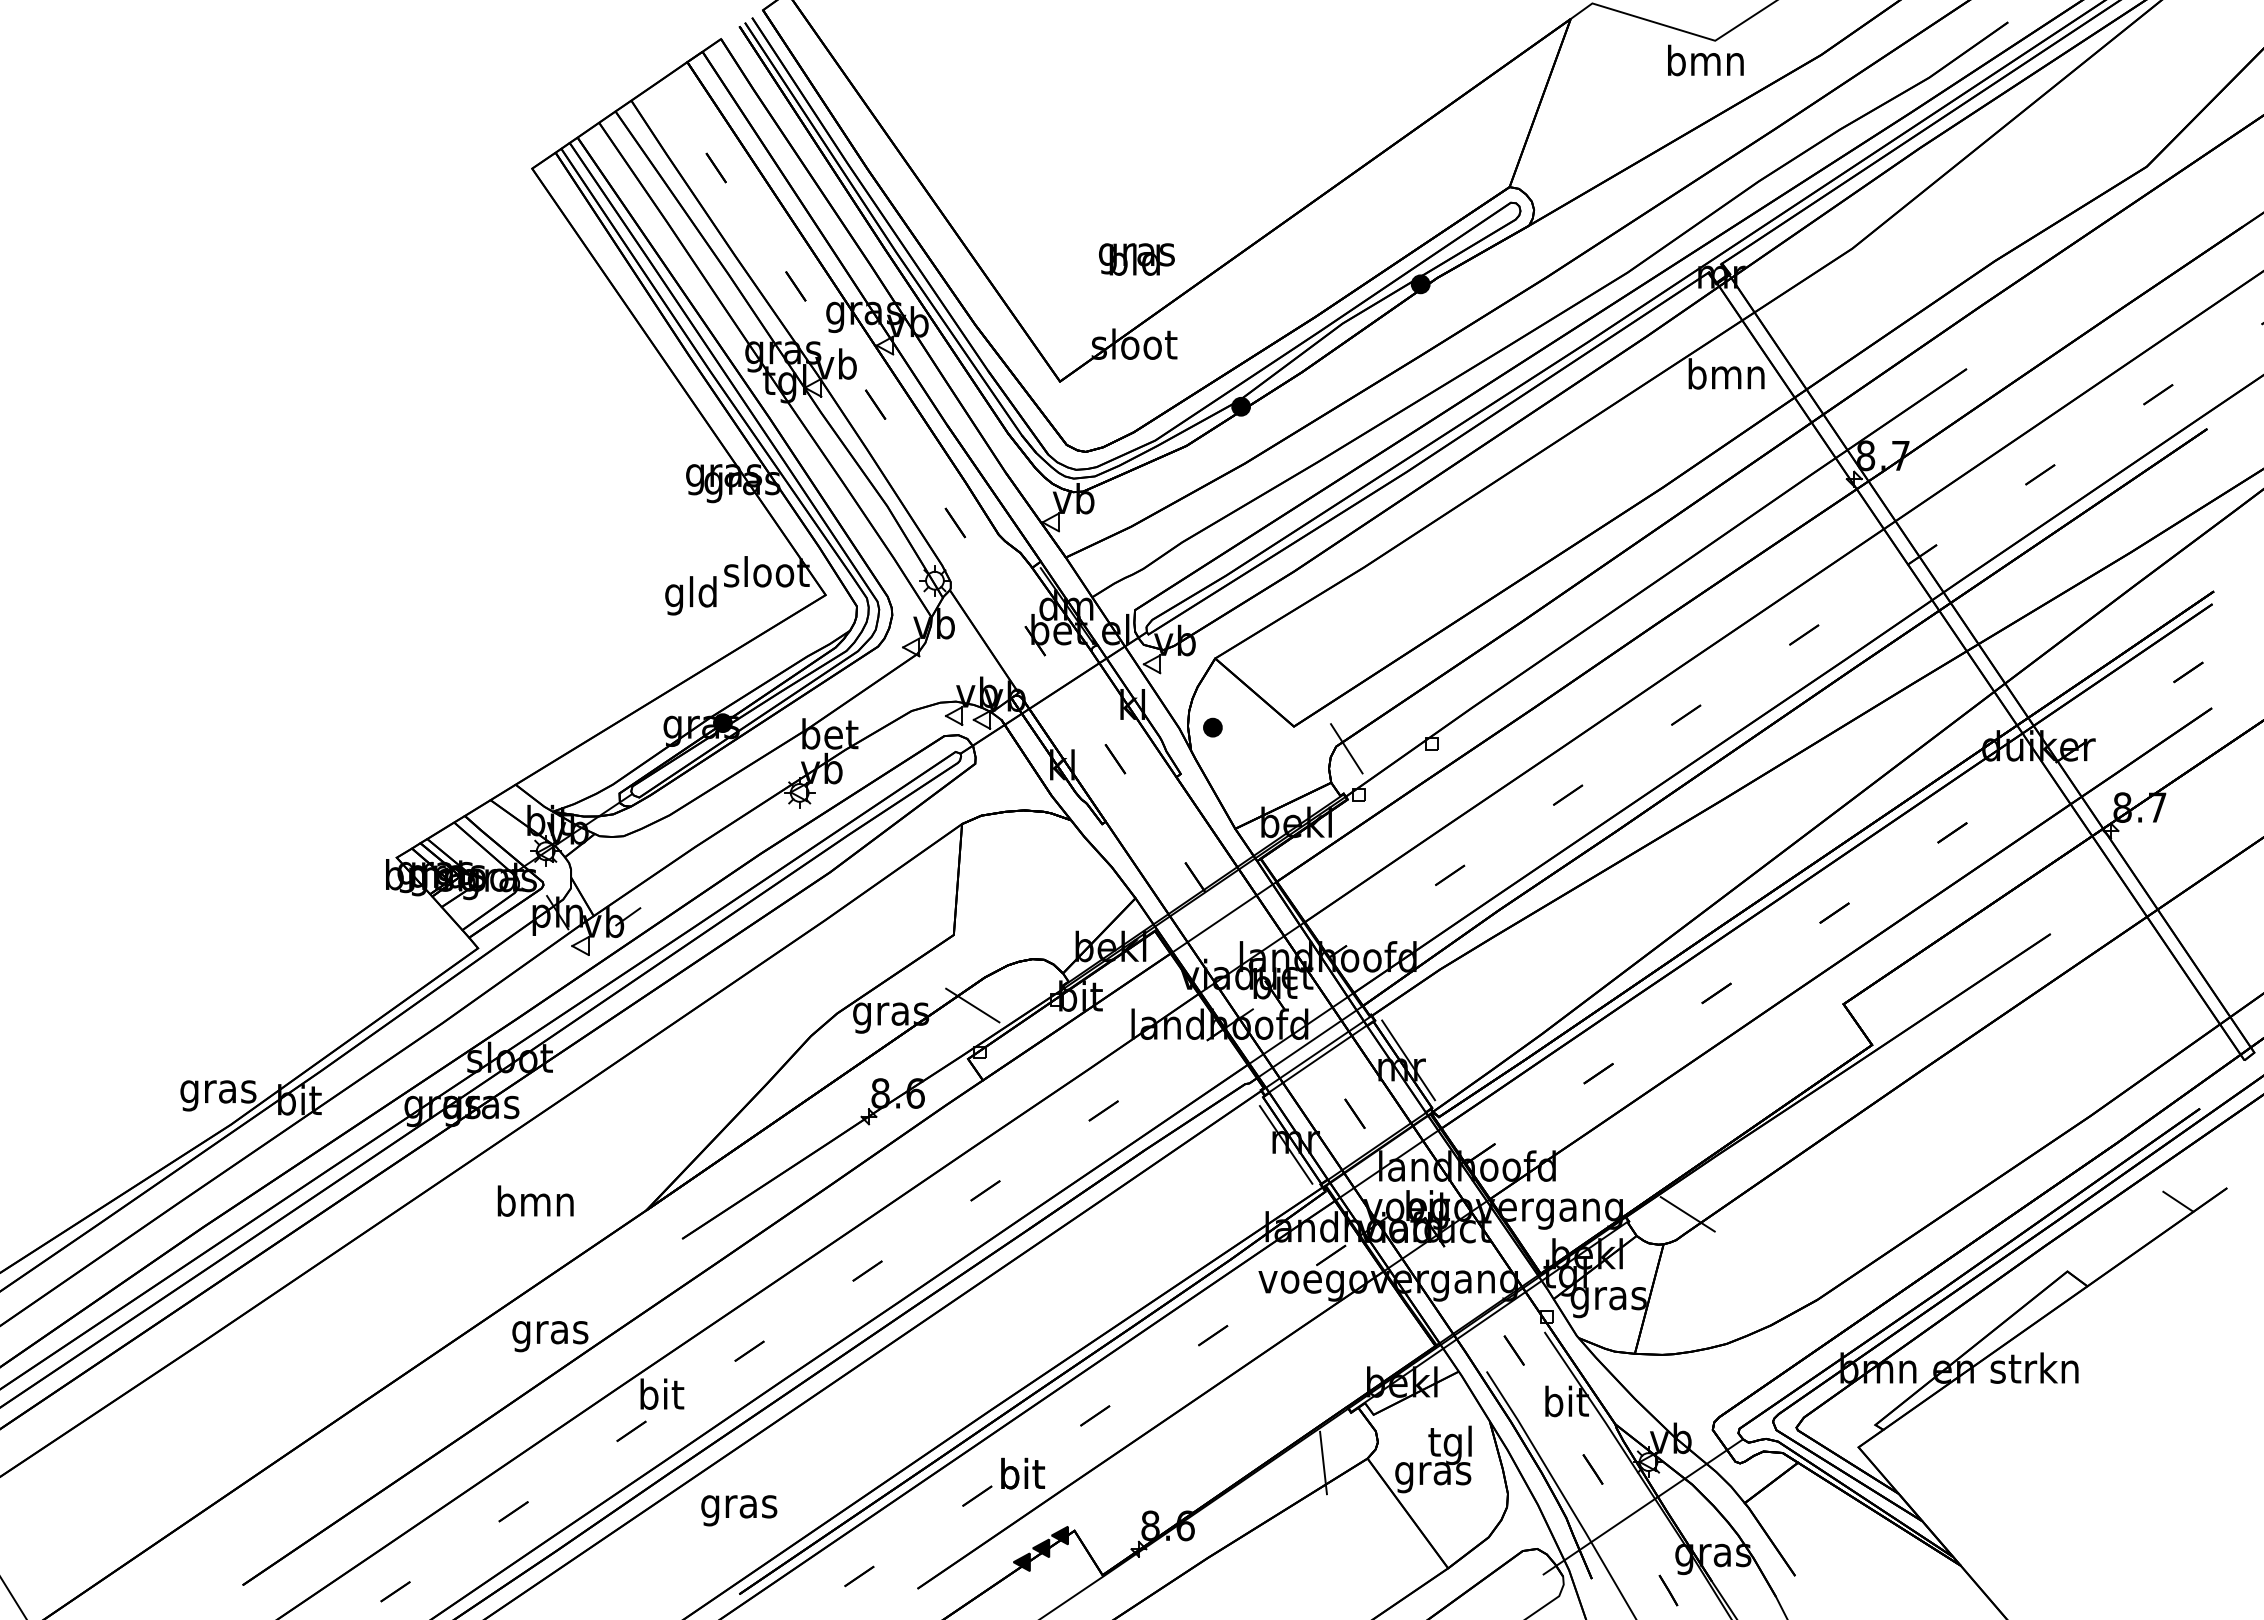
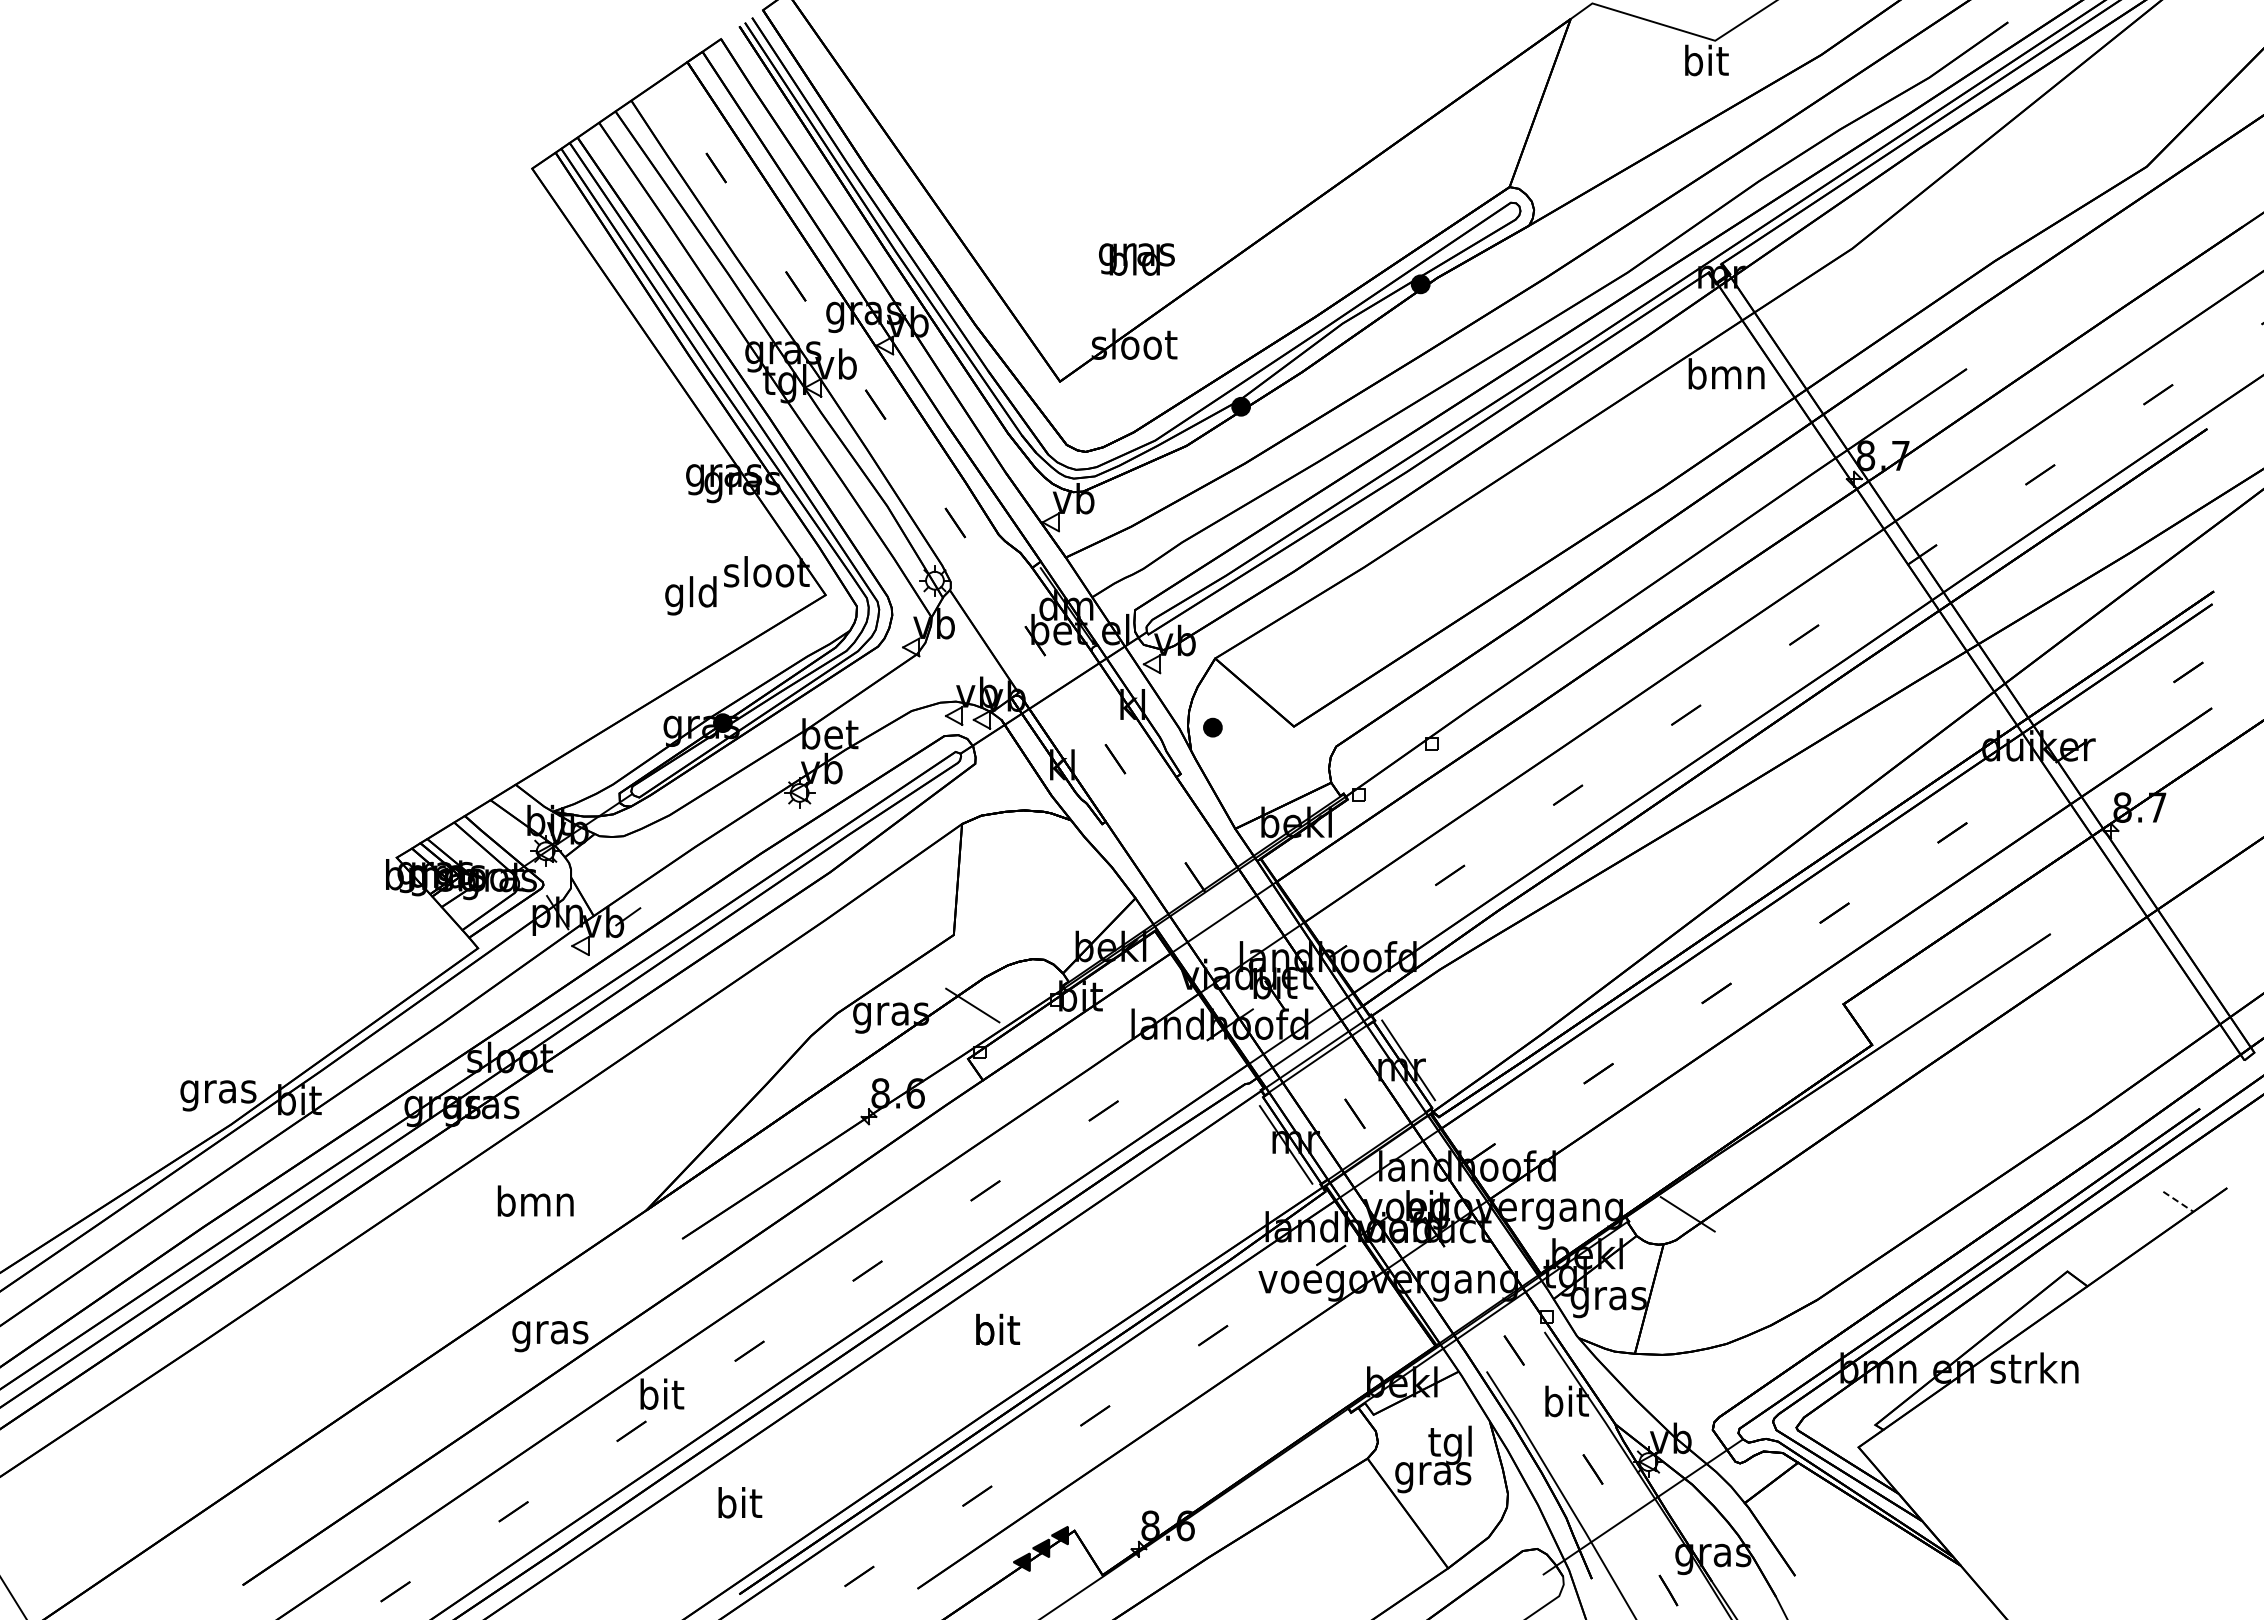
text at (1705, 60): bmn -> bit
line at (1346, 748): present -> none
line at (2178, 1202): solid -> dashed
line at (1323, 1462): present -> none
text at (1023, 1473) position: (1023, 1473) -> (998, 1329)
text at (739, 1506): gras -> bit
